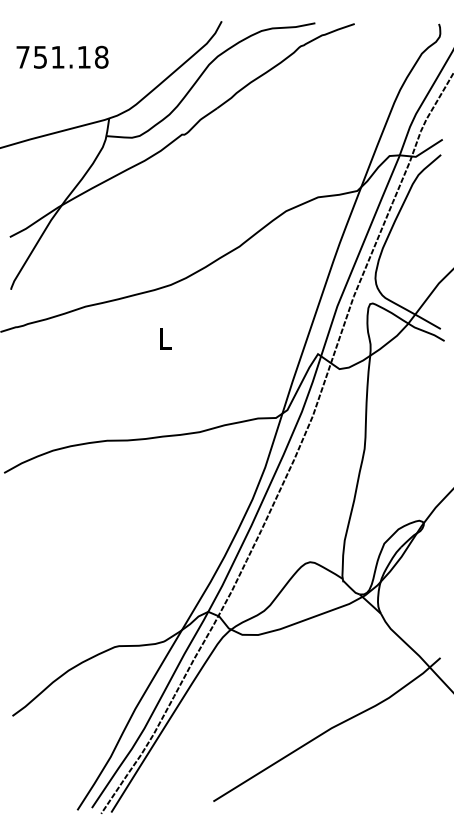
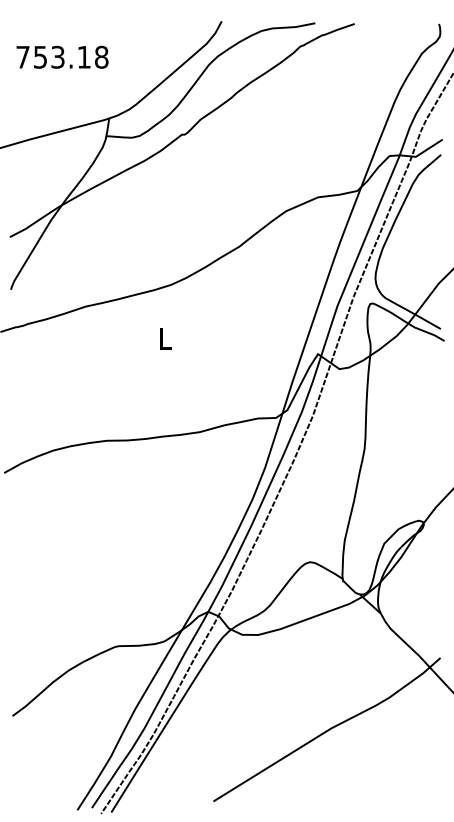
text at (57, 56): 751.18 -> 753.18
